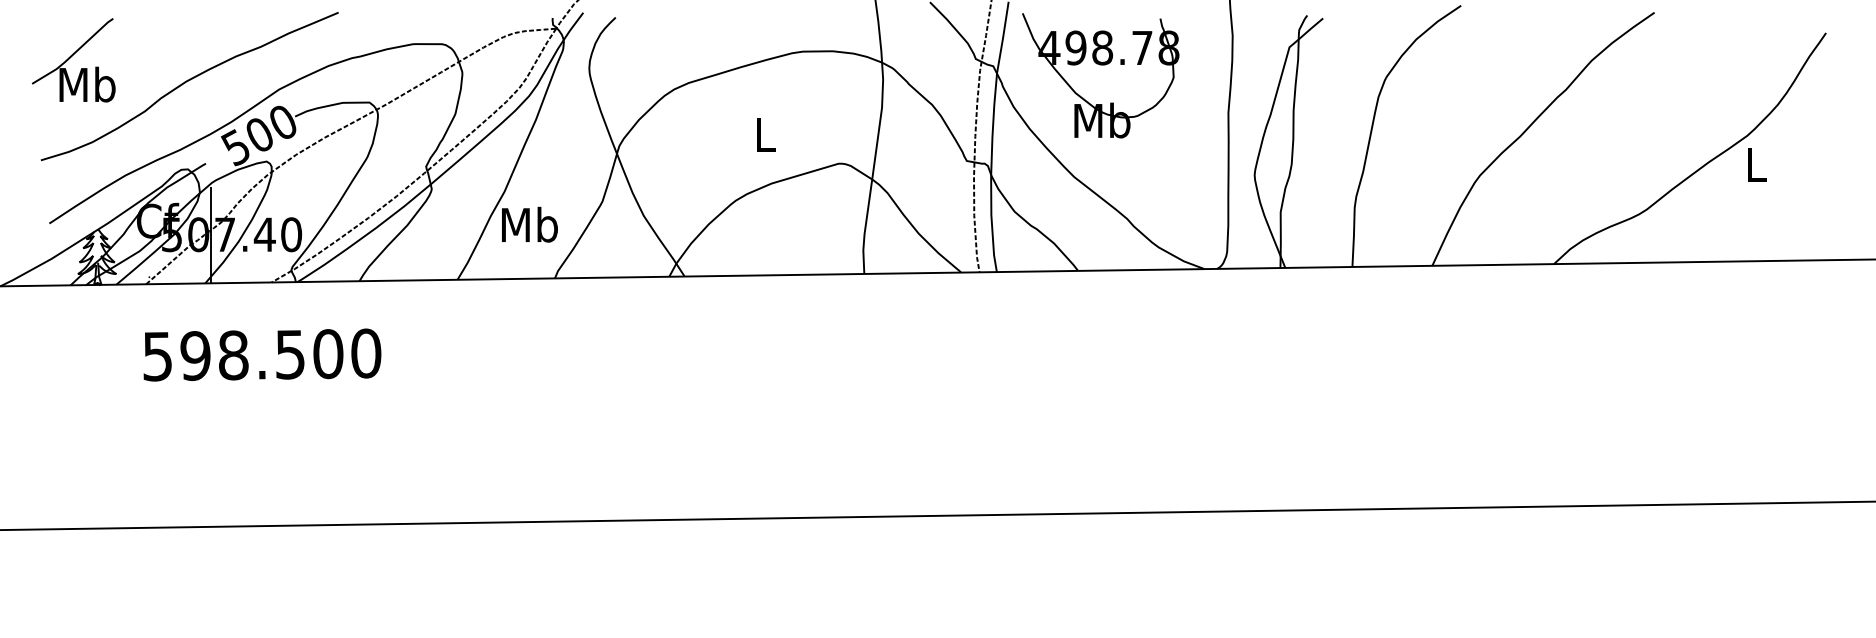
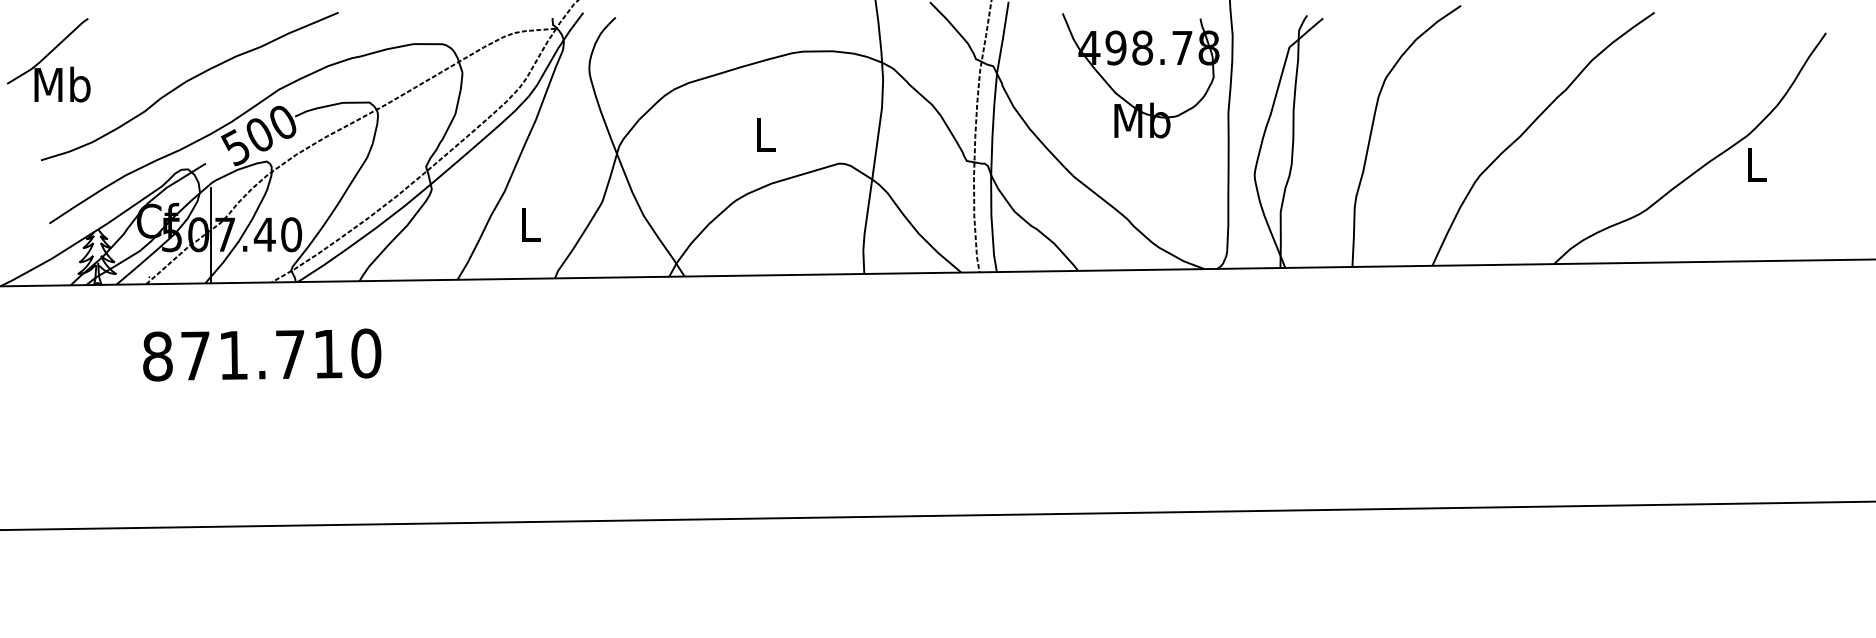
part at (73, 60) position: (73, 60) -> (48, 60)
part at (1100, 65) position: (1100, 65) -> (1140, 65)
text at (529, 224): Mb -> L
text at (243, 355): 598.500 -> 871.710
